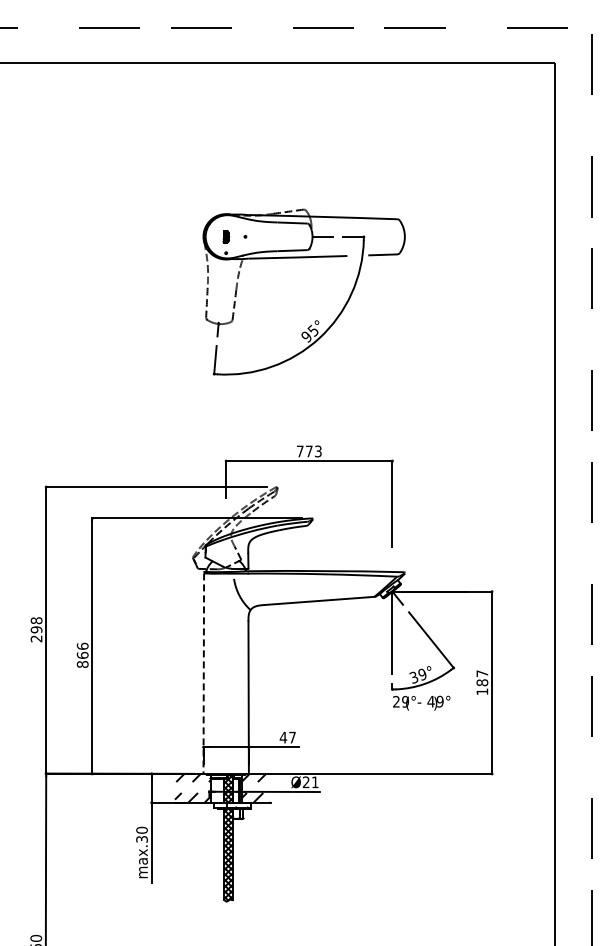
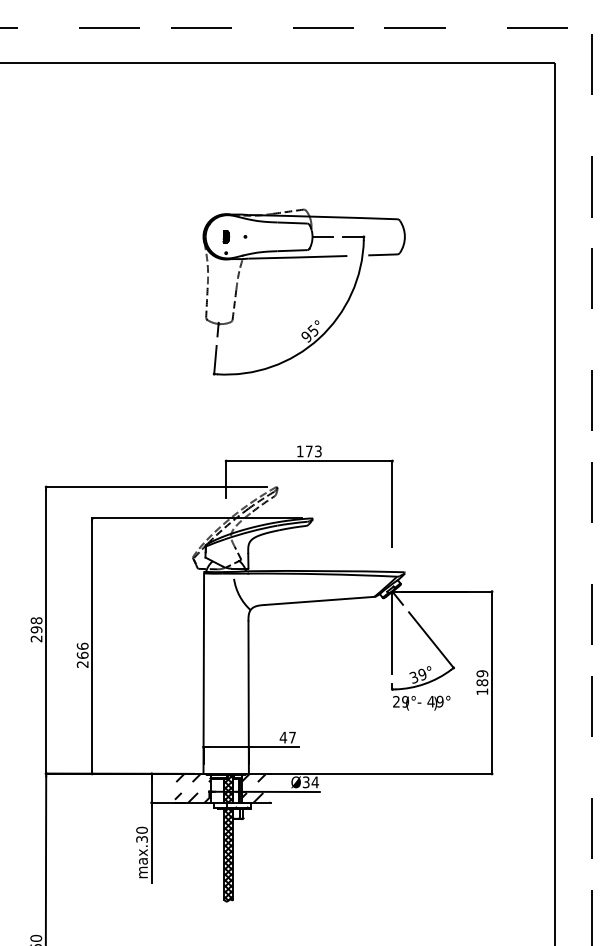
text at (300, 451): 773 -> 173
text at (82, 664): 866 -> 266
text at (482, 673): 187 -> 189
line at (203, 674): dashed -> solid
text at (310, 782): Ø21 -> Ø34
